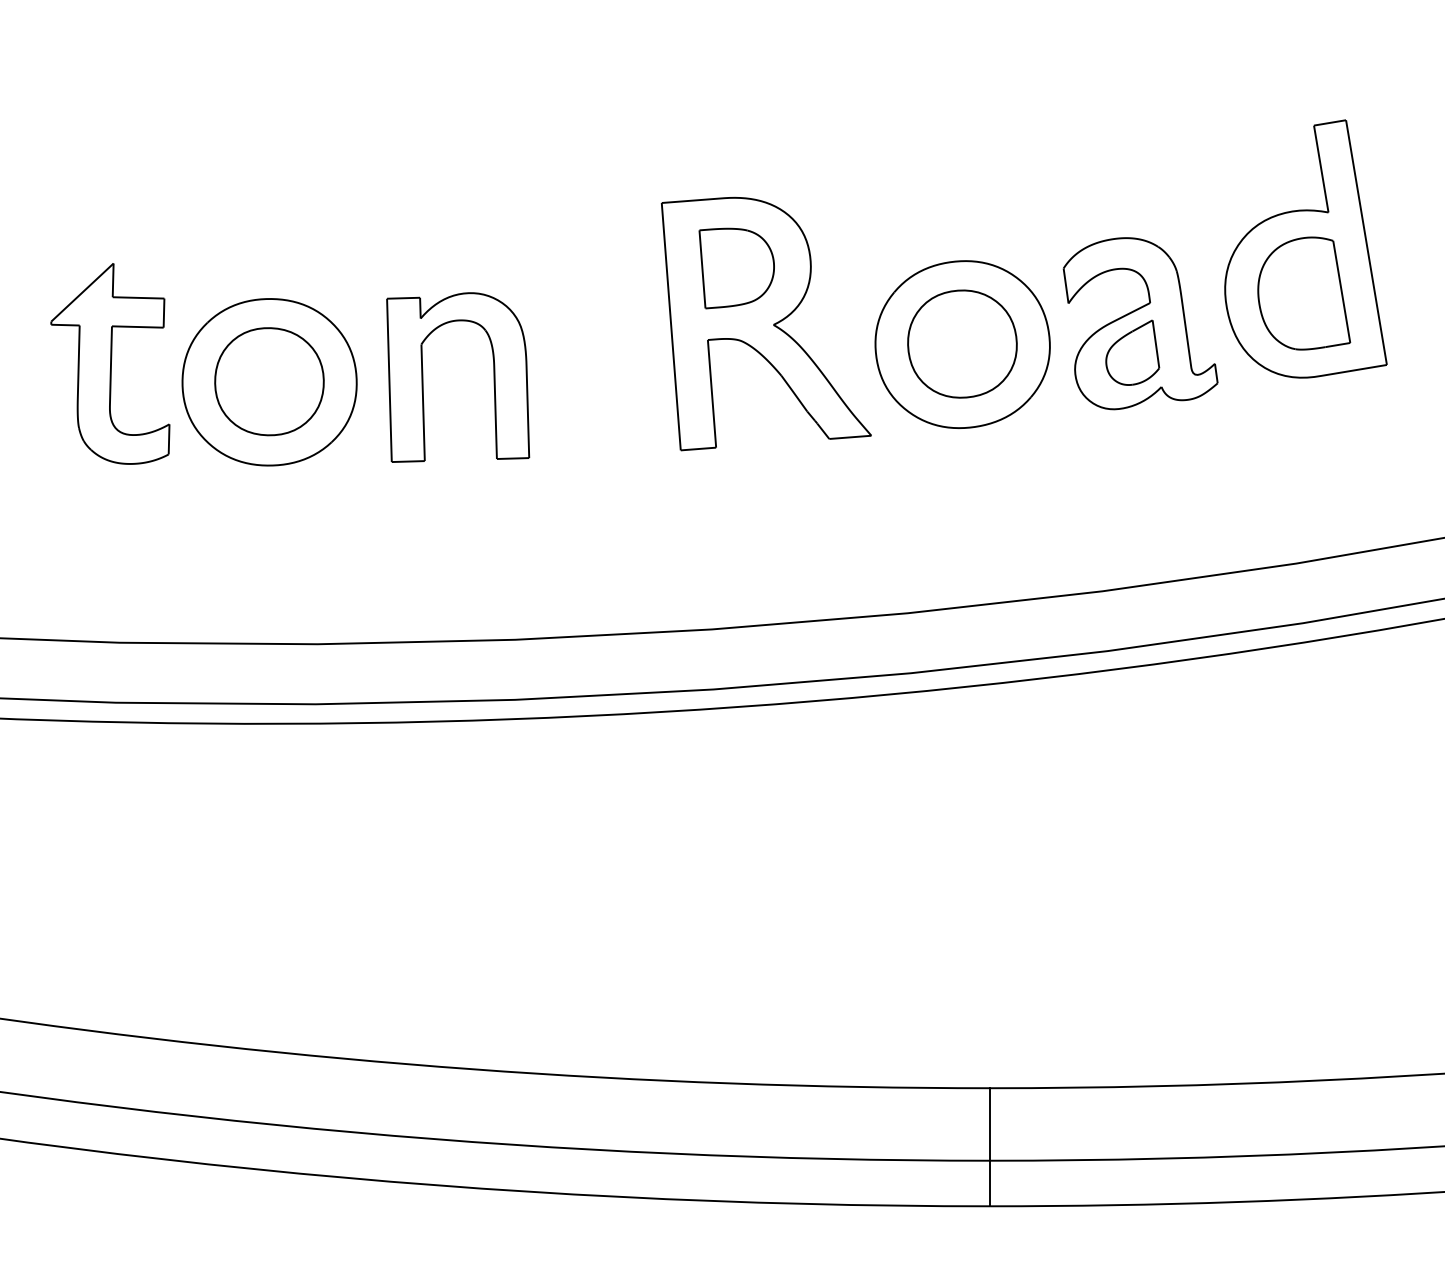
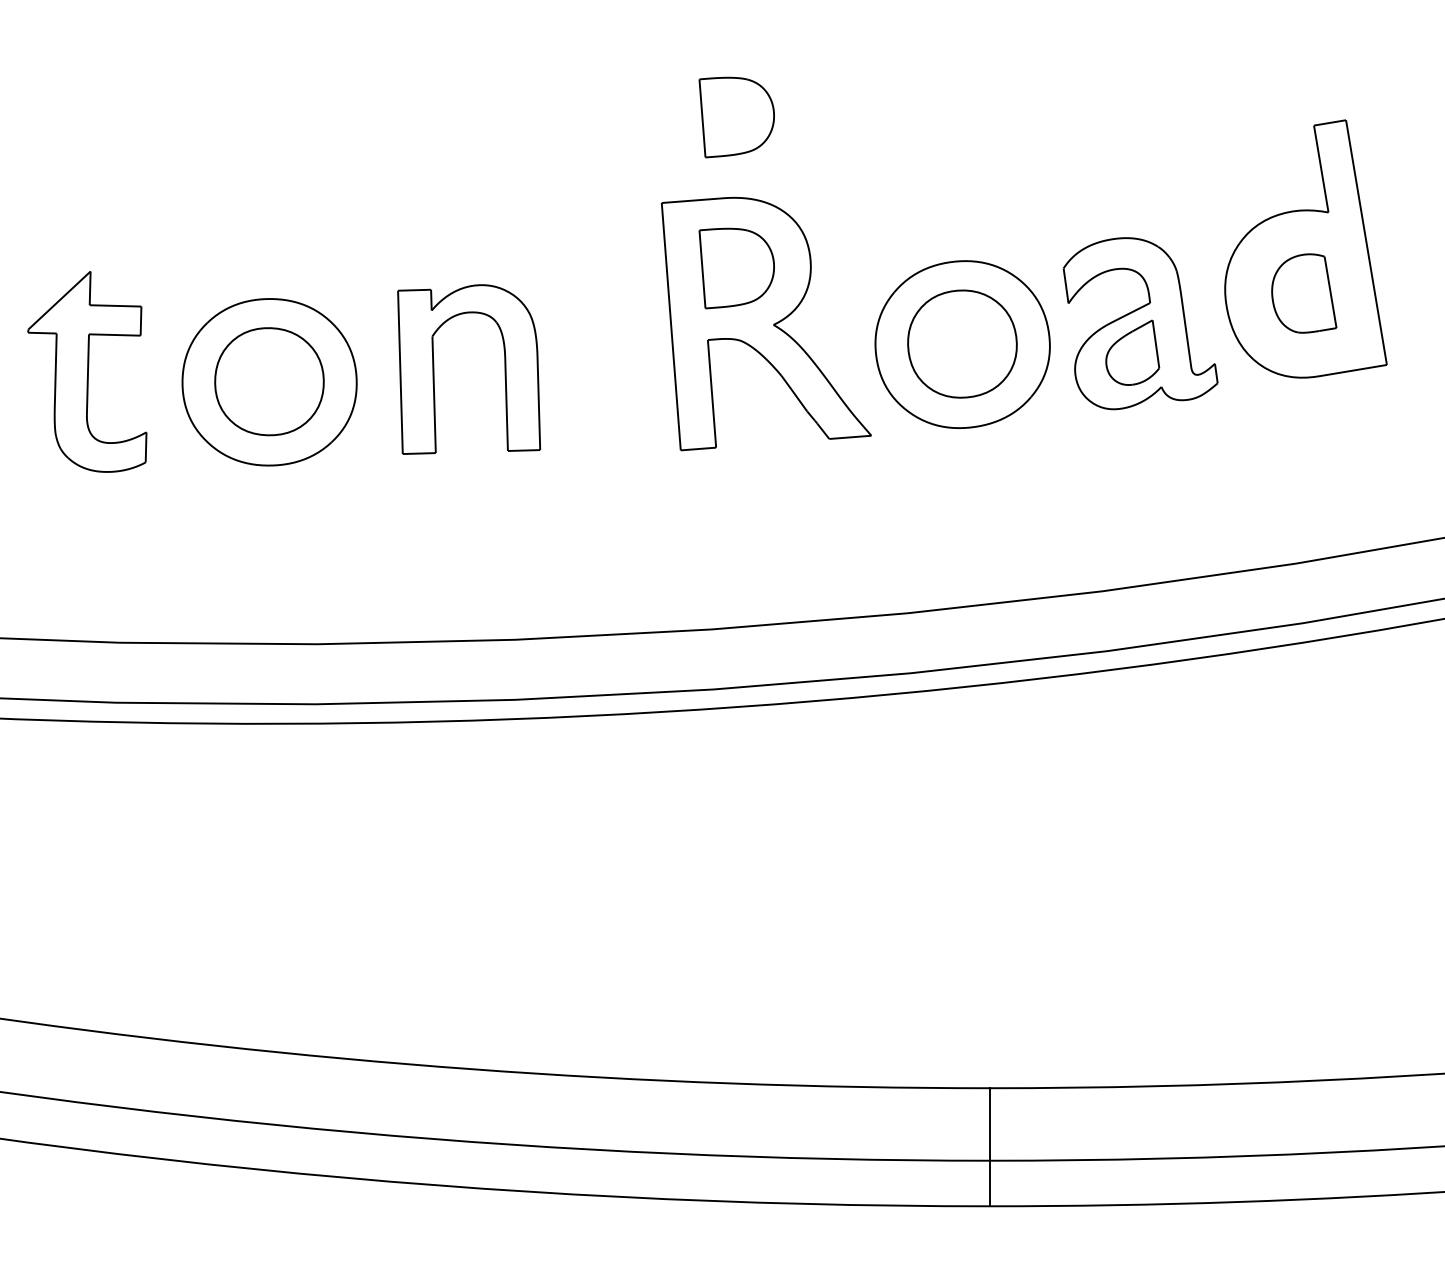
part at (736, 117): none -> present
part at (1304, 293) size: 95x115 px -> 67x81 px
part at (110, 363) position: (110, 363) -> (87, 371)
part at (423, 377) position: (423, 377) -> (434, 369)
